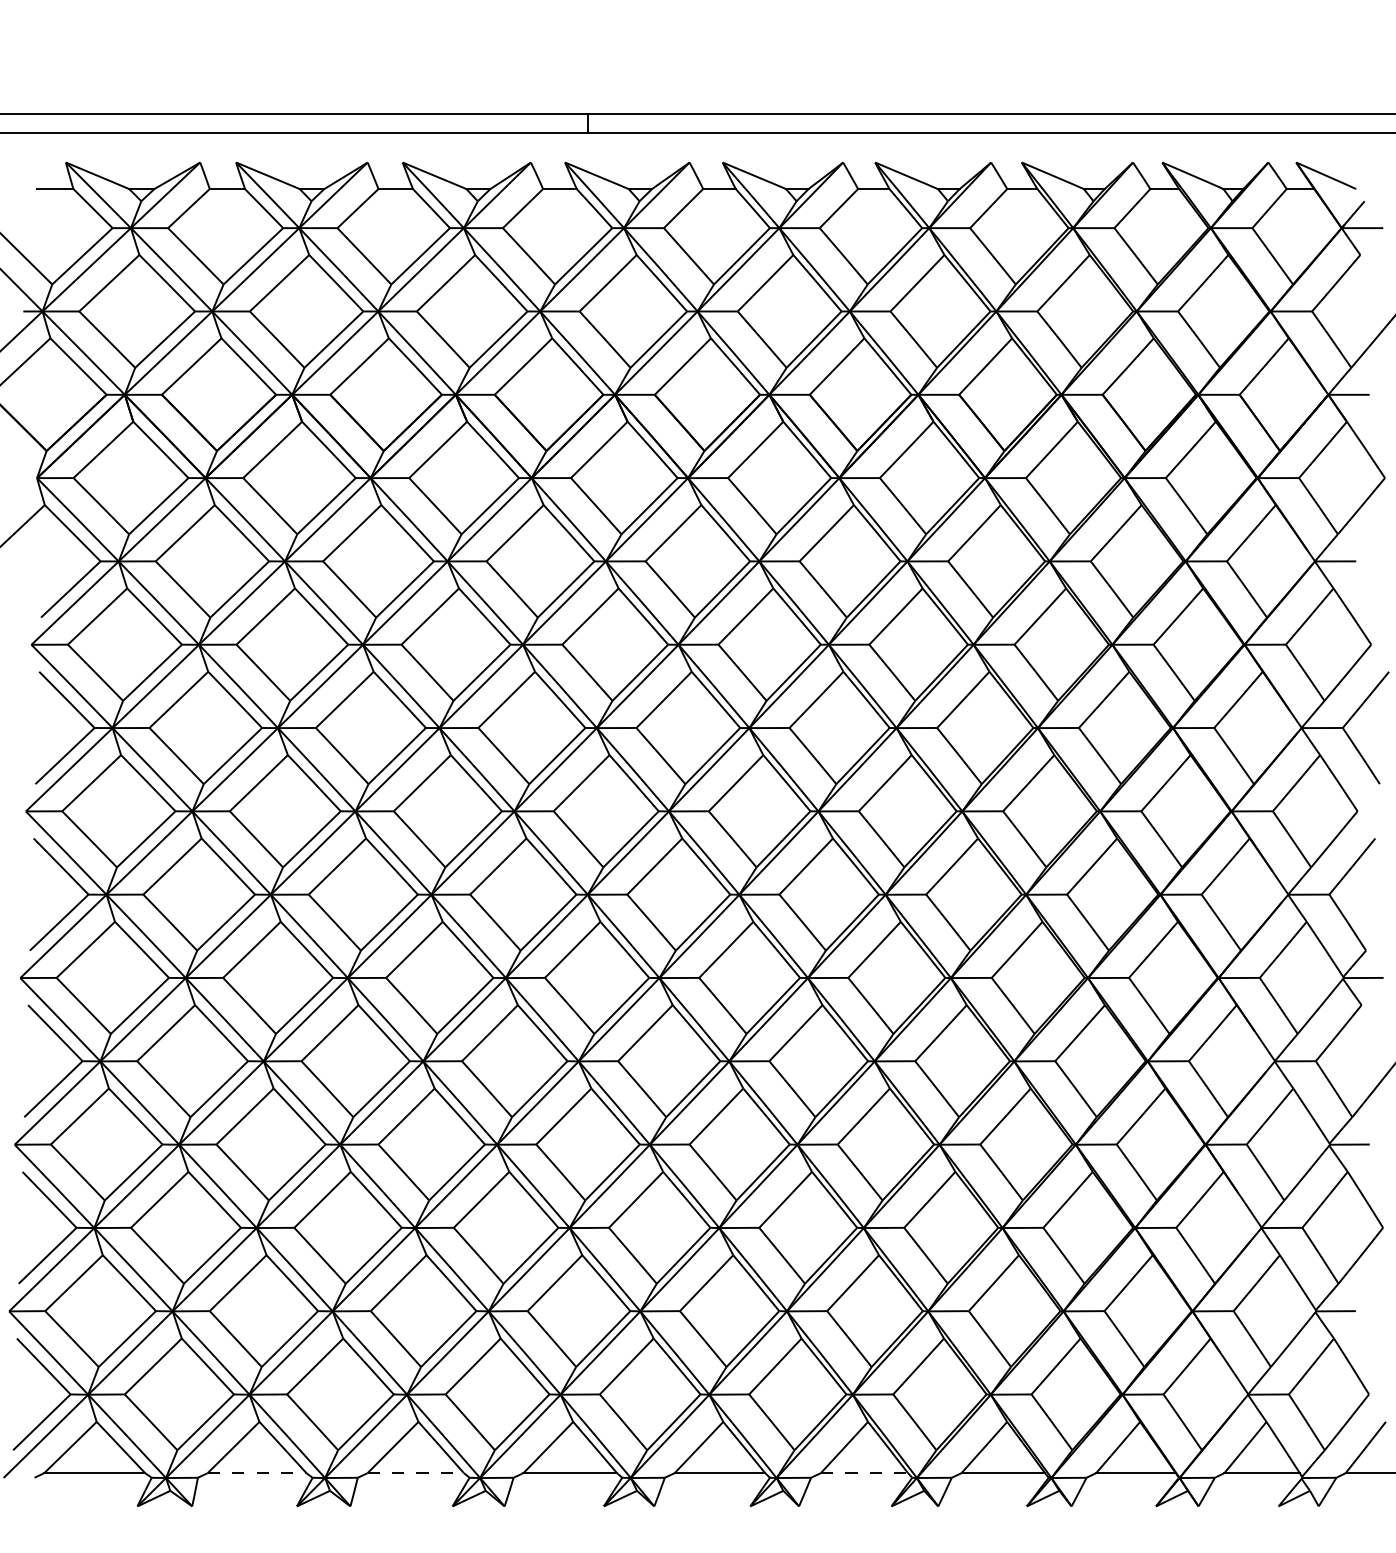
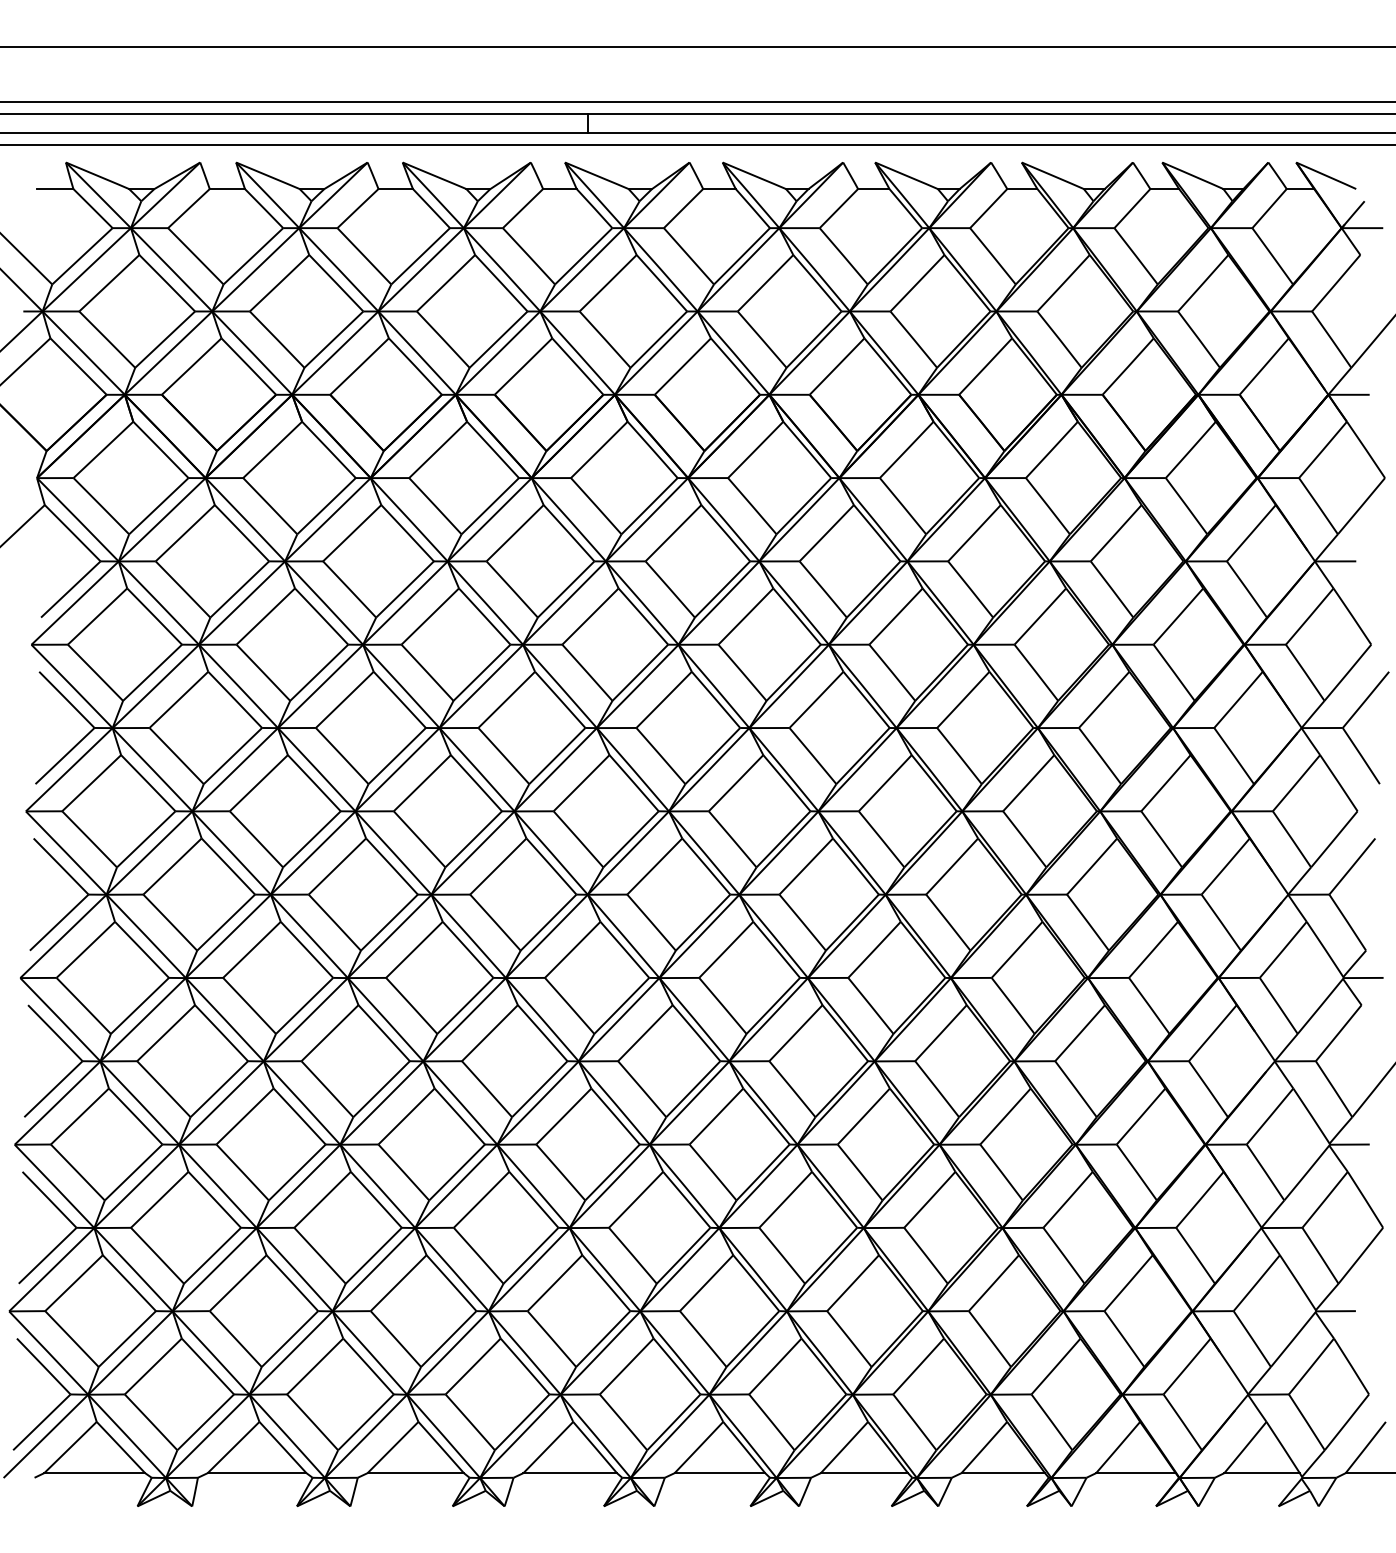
line at (697, 46): none -> present
line at (697, 102): none -> present
line at (697, 144): none -> present
line at (257, 1473): dashed -> solid
line at (416, 1473): dashed -> solid
line at (864, 1473): dashed -> solid
